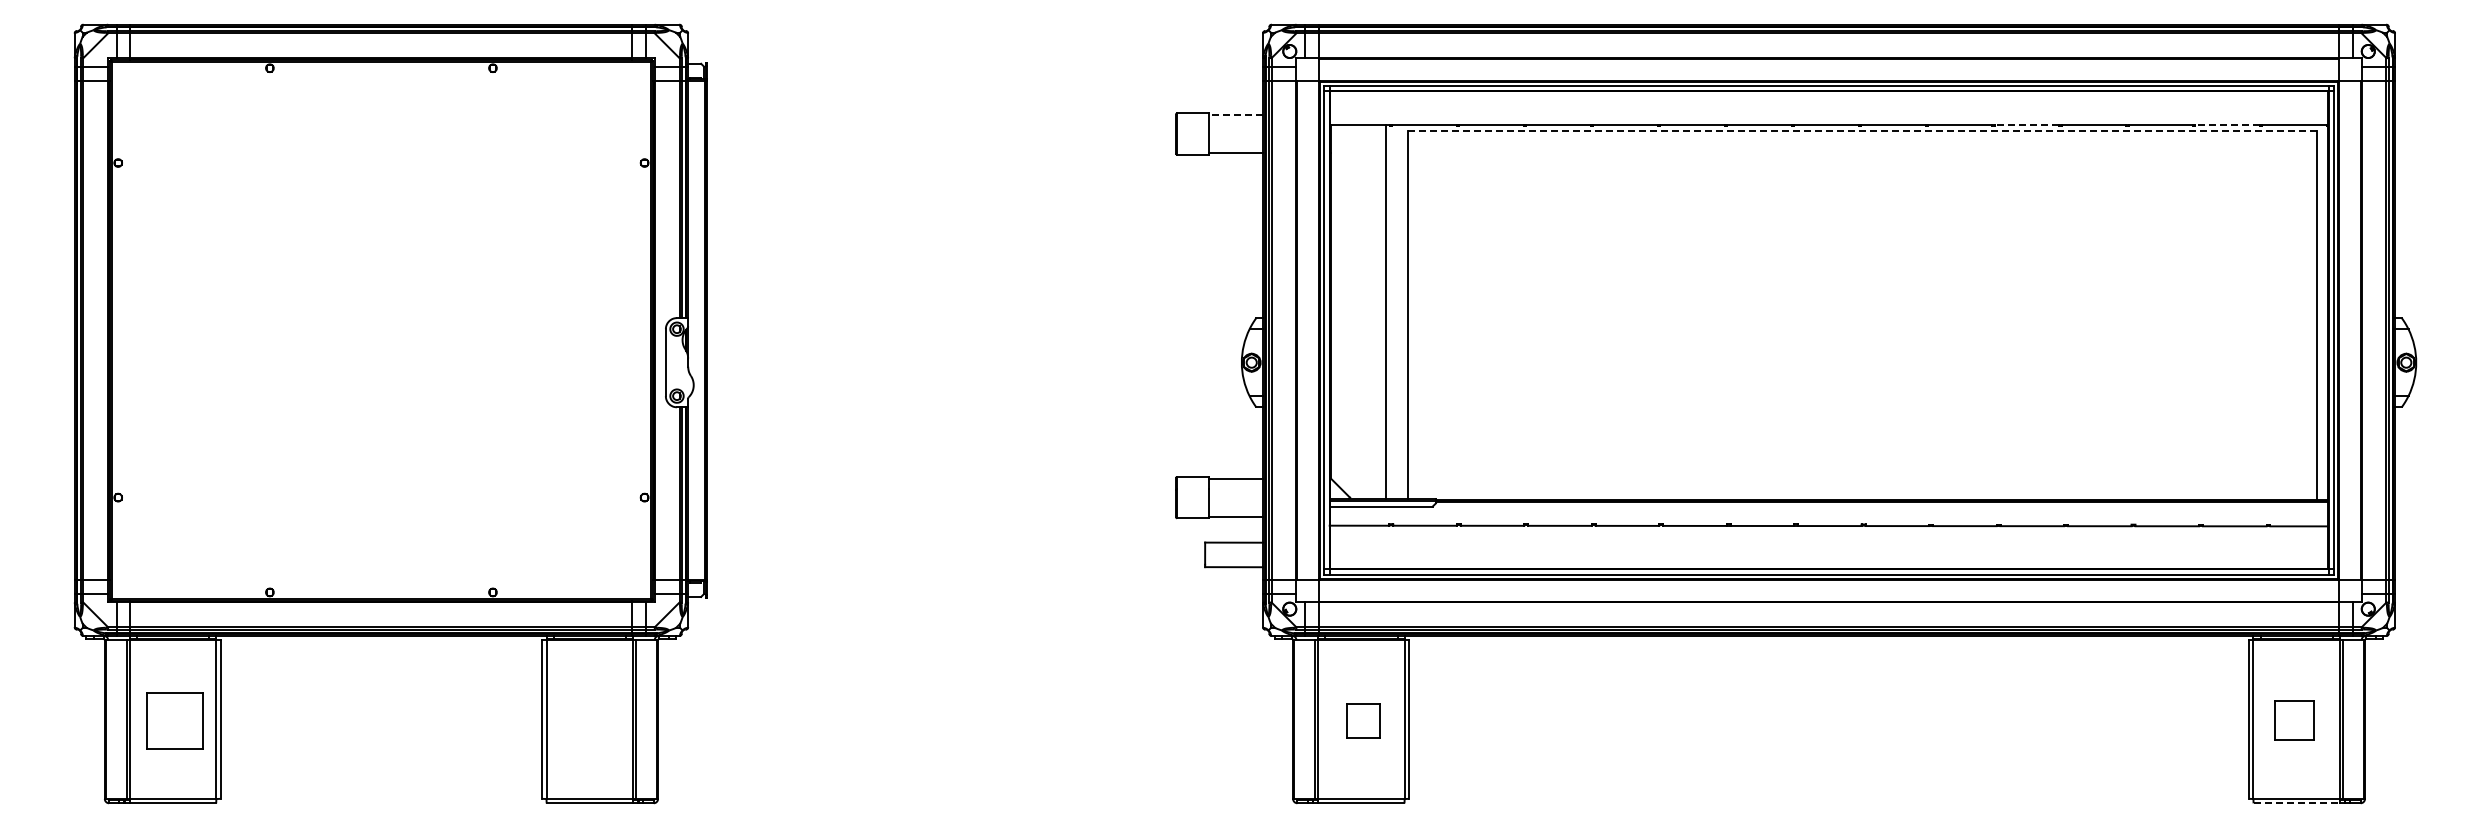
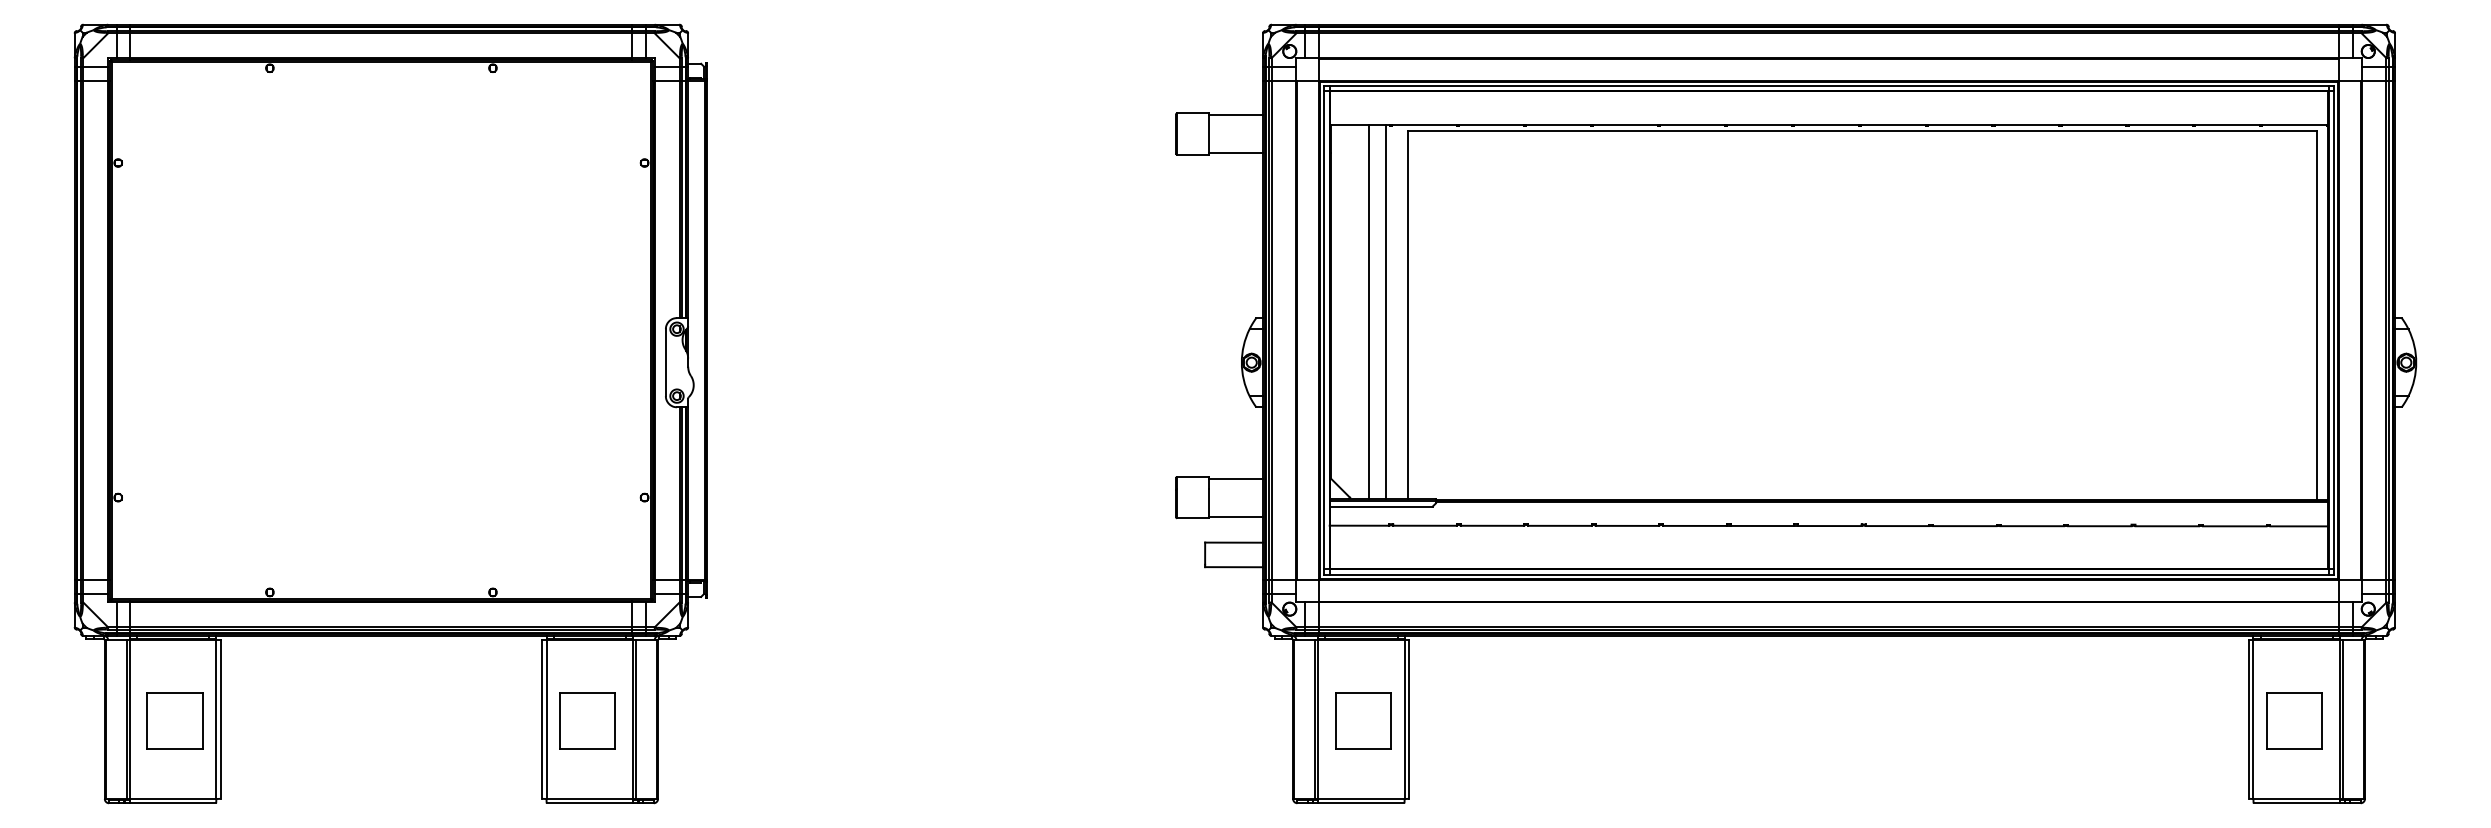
line at (1236, 115): dashed -> solid
line at (2026, 124): dashed -> solid
line at (2227, 124): dashed -> solid
line at (1862, 130): dashed -> solid
line at (1368, 311): none -> present
part at (587, 720): none -> present
part at (1363, 720) size: 35x36 px -> 57x58 px
part at (2294, 720) size: 41x41 px -> 57x58 px
line at (2297, 803): dashed -> solid
